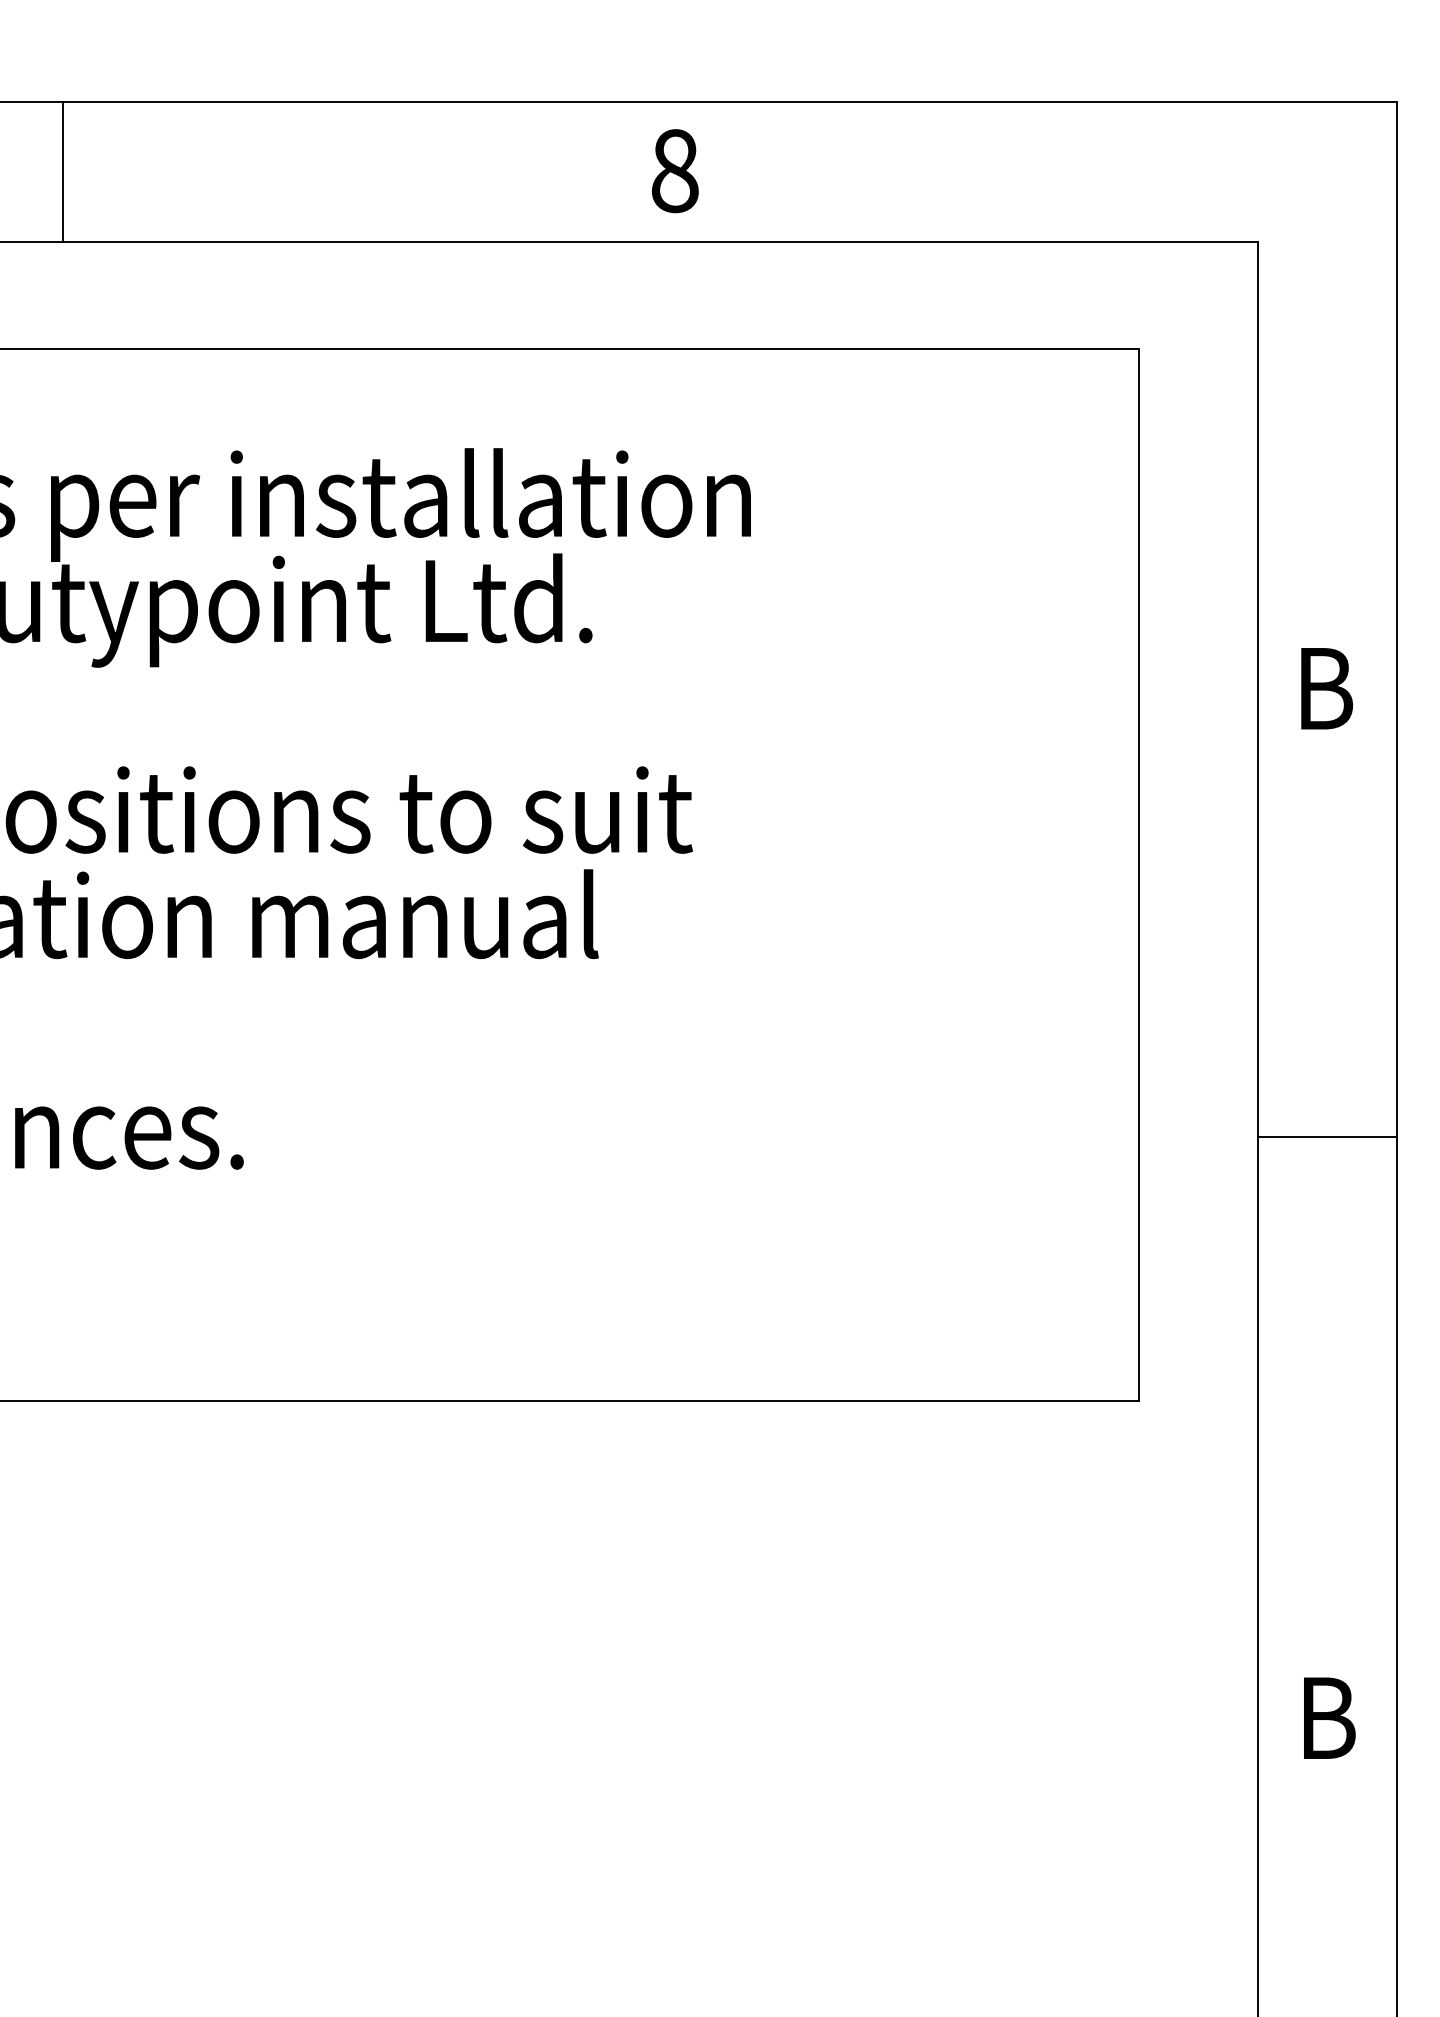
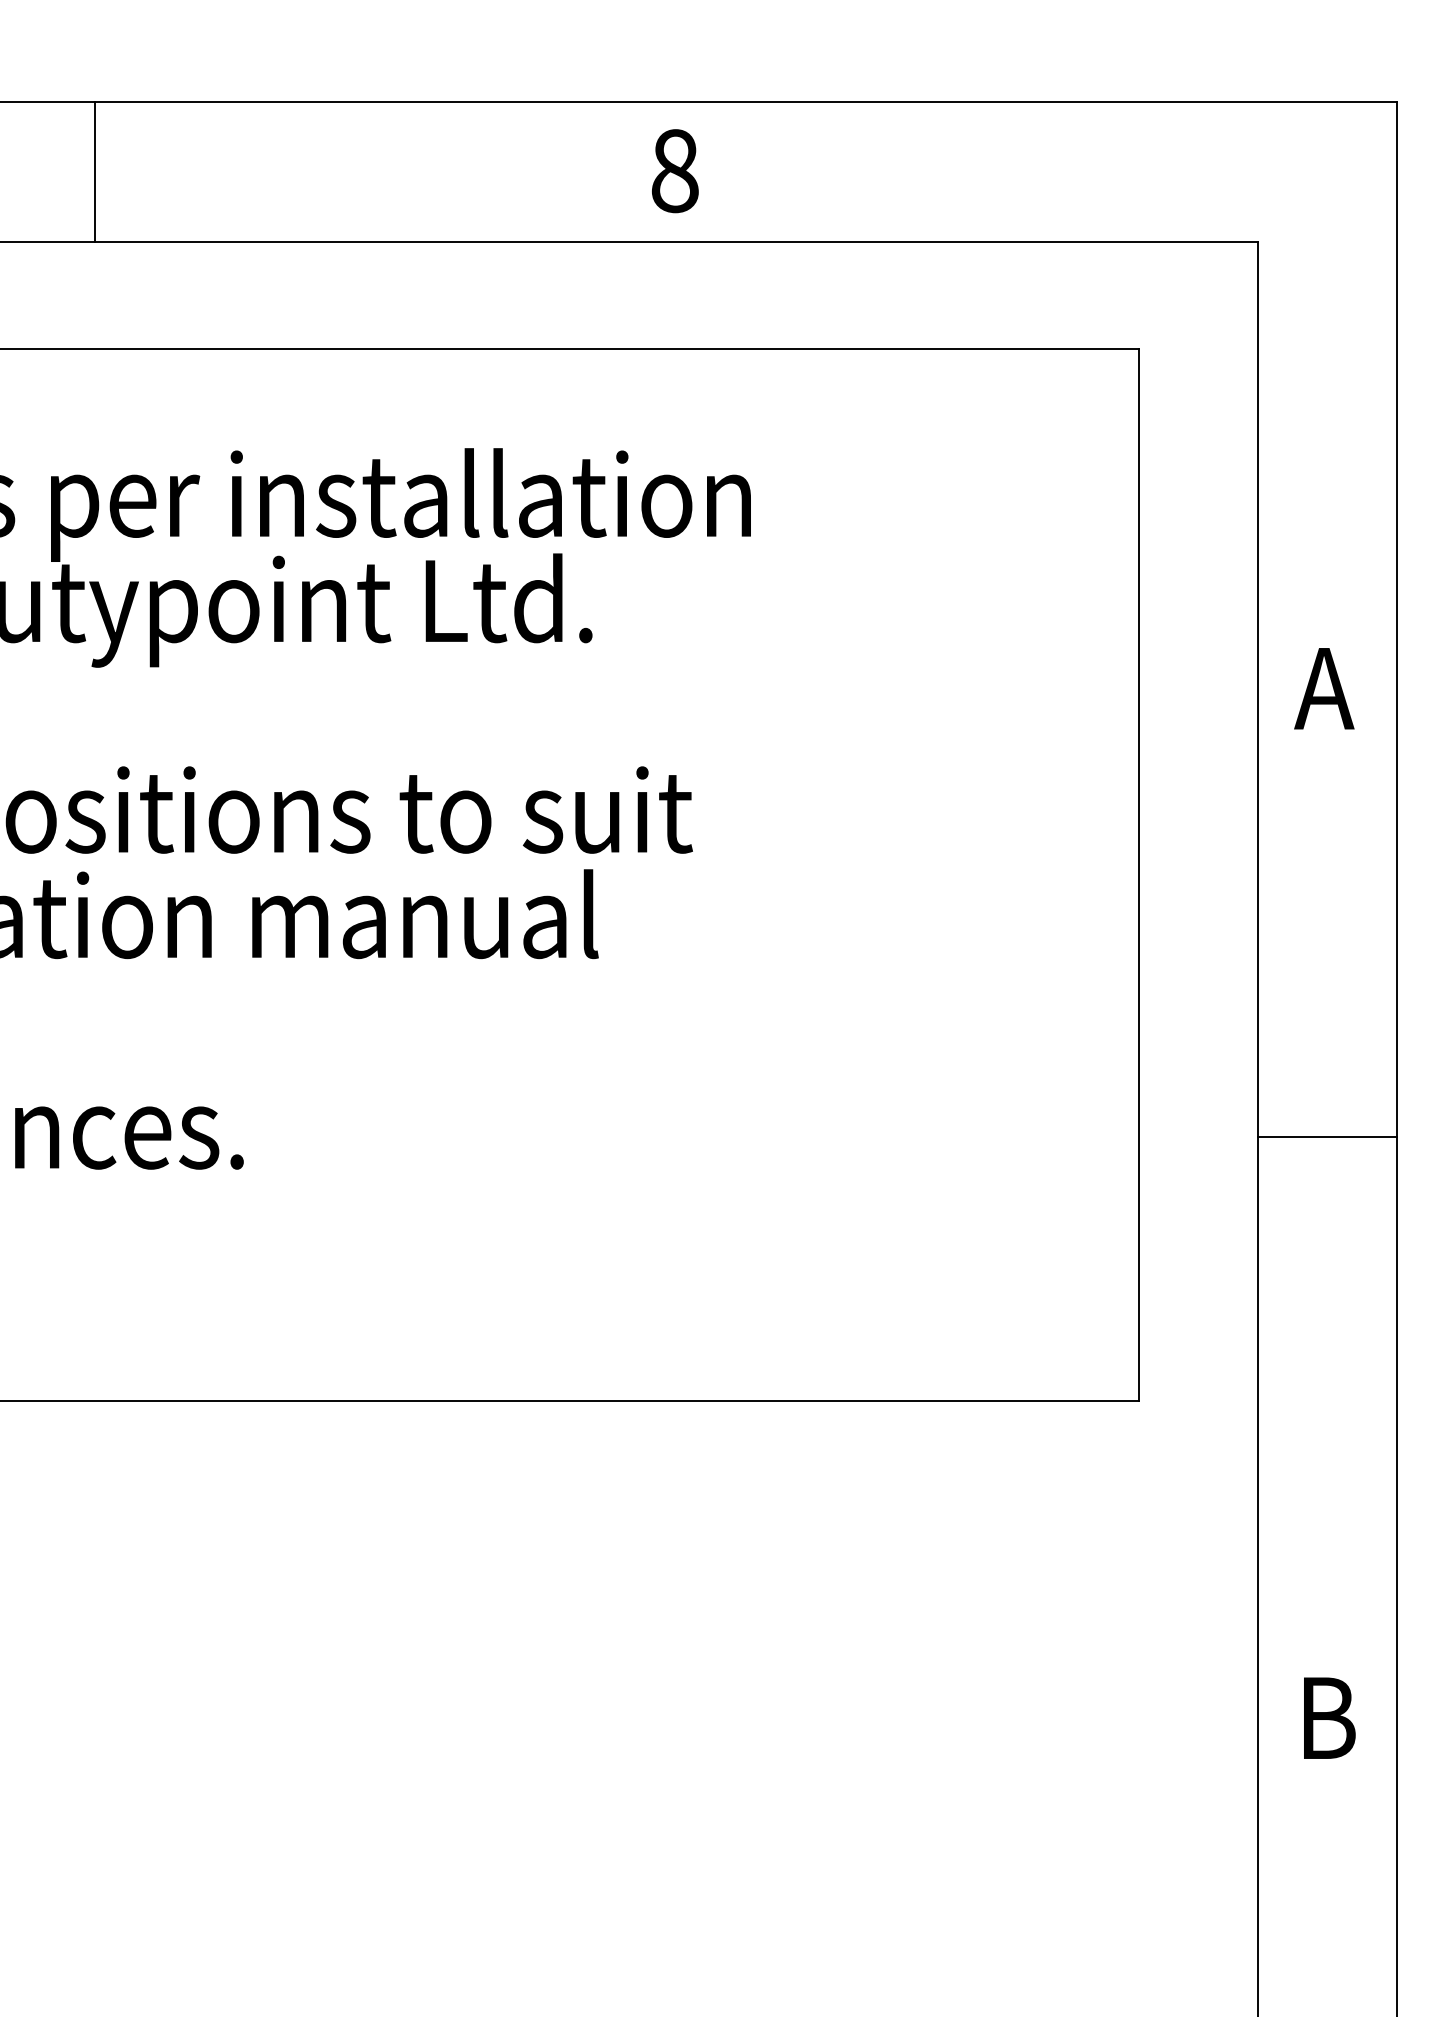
line at (62, 171) position: (62, 171) -> (94, 171)
text at (1324, 688): B -> A
